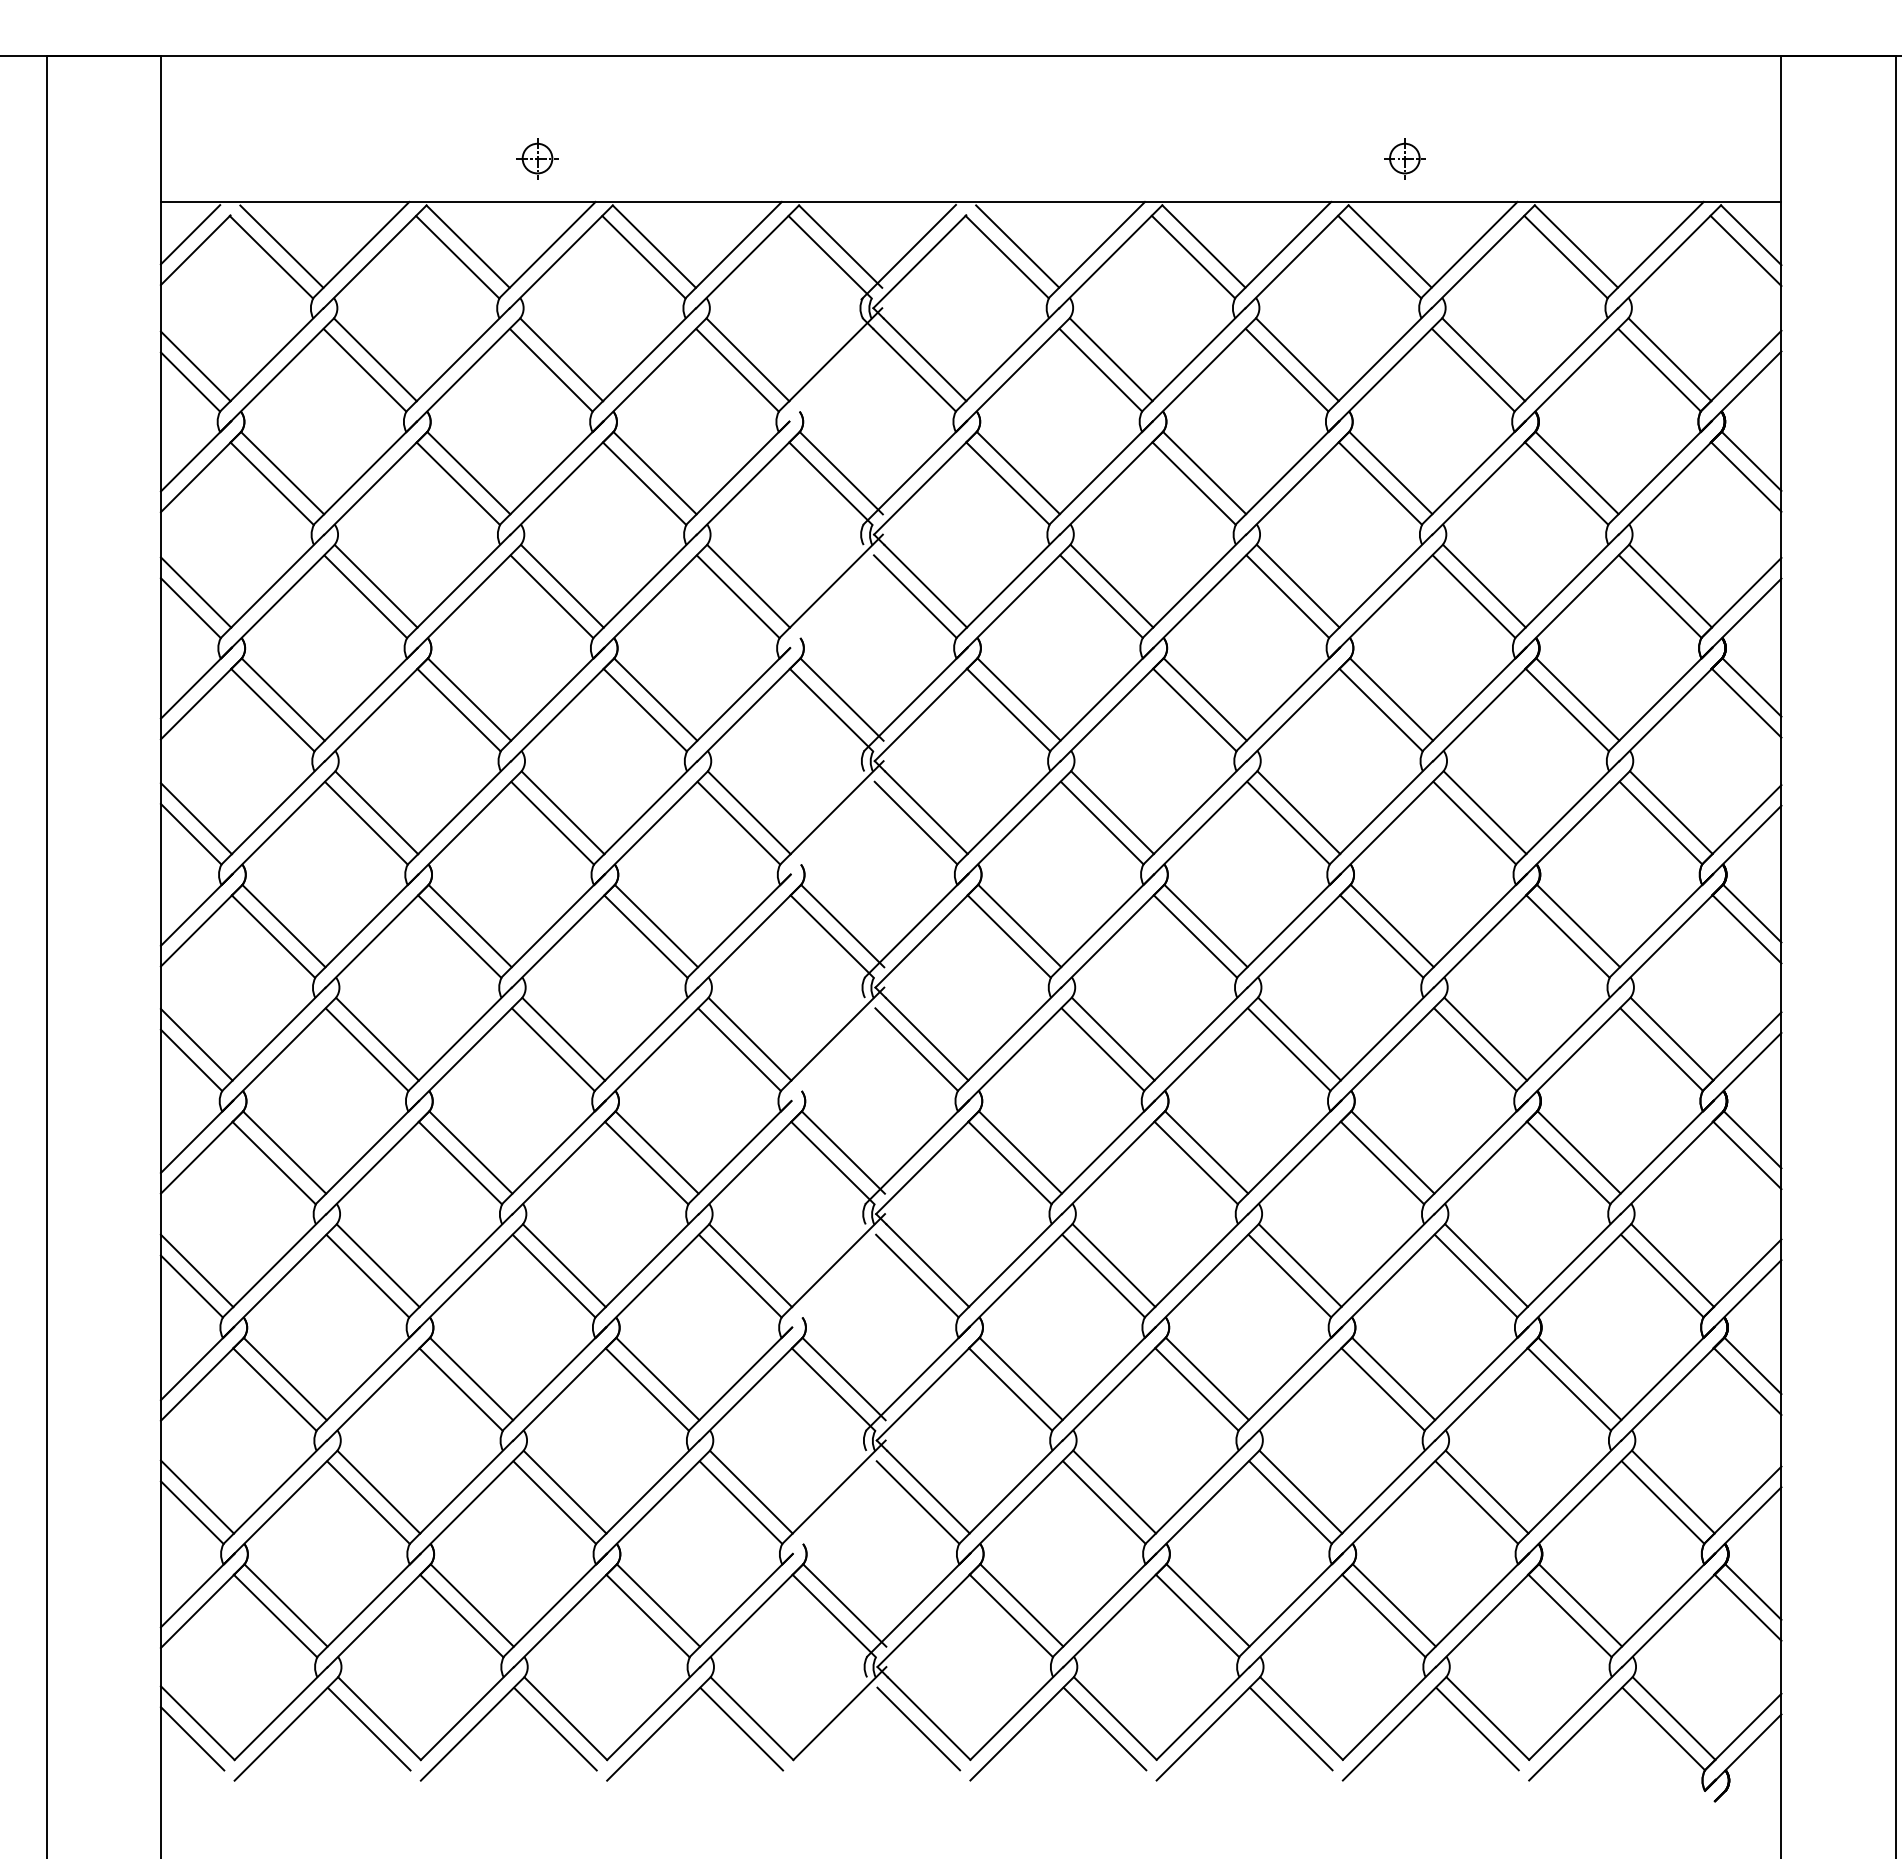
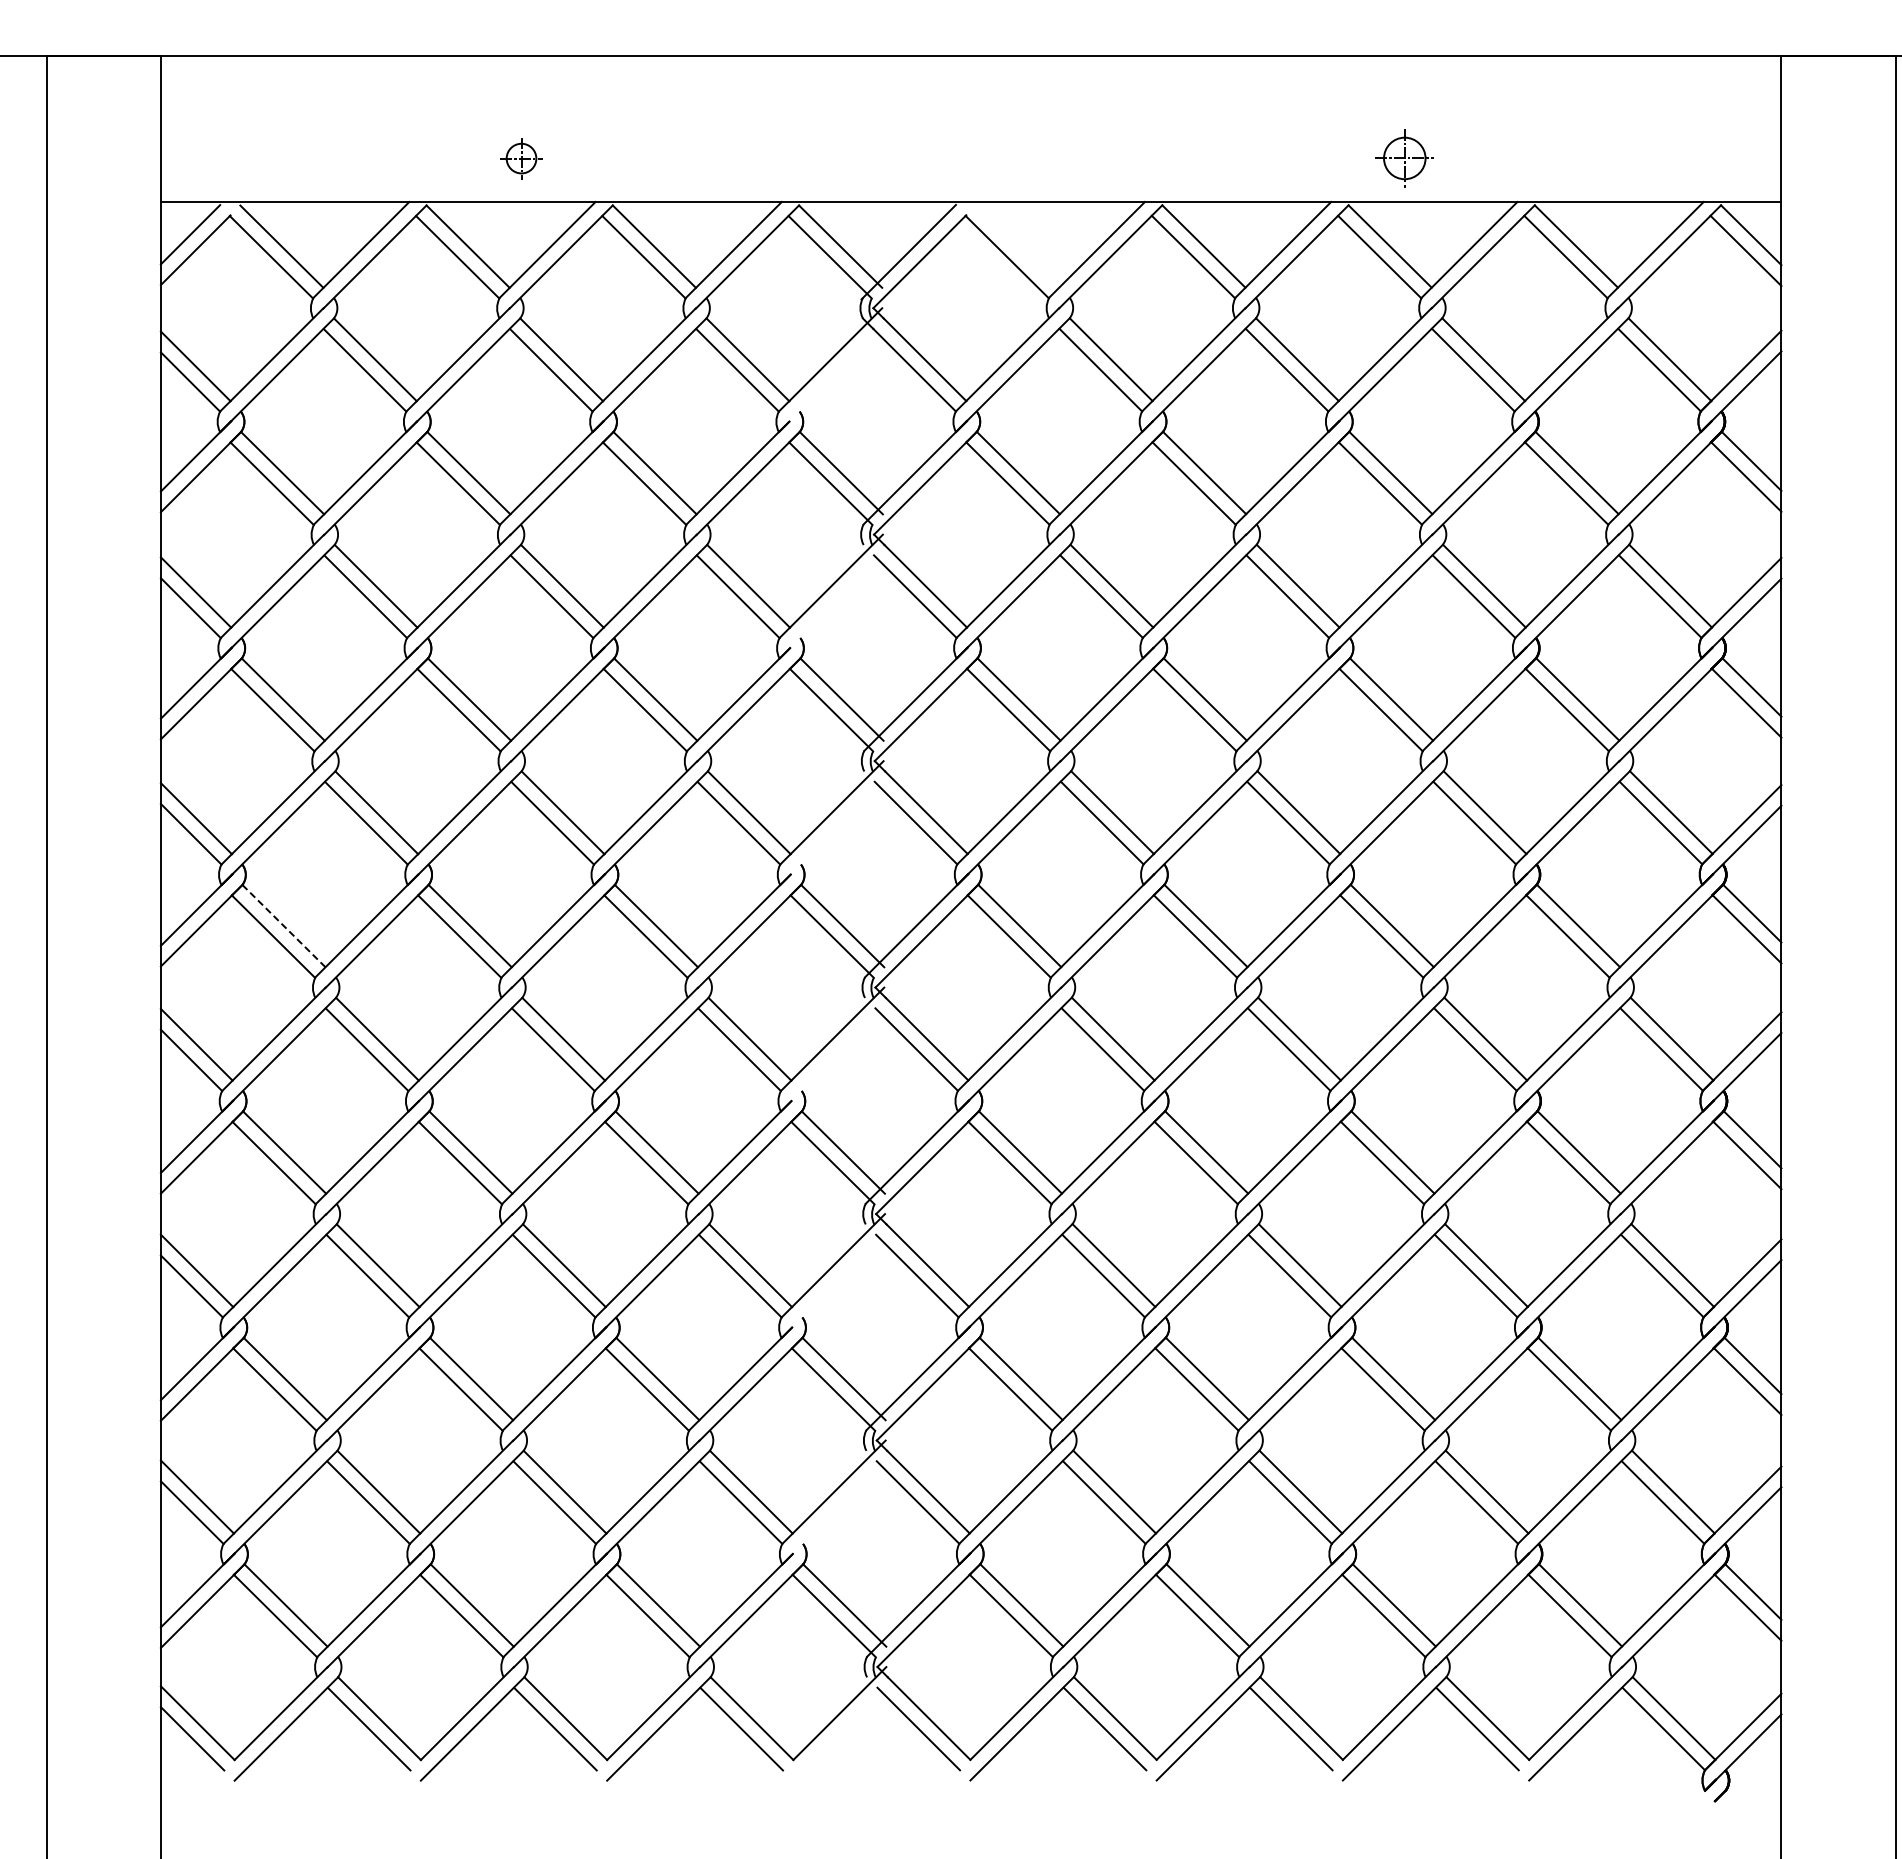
part at (537, 158) position: (537, 158) -> (521, 158)
part at (1404, 158) size: 42x42 px -> 59x59 px
line at (1017, 246): present -> none
line at (284, 926): solid -> dashed
